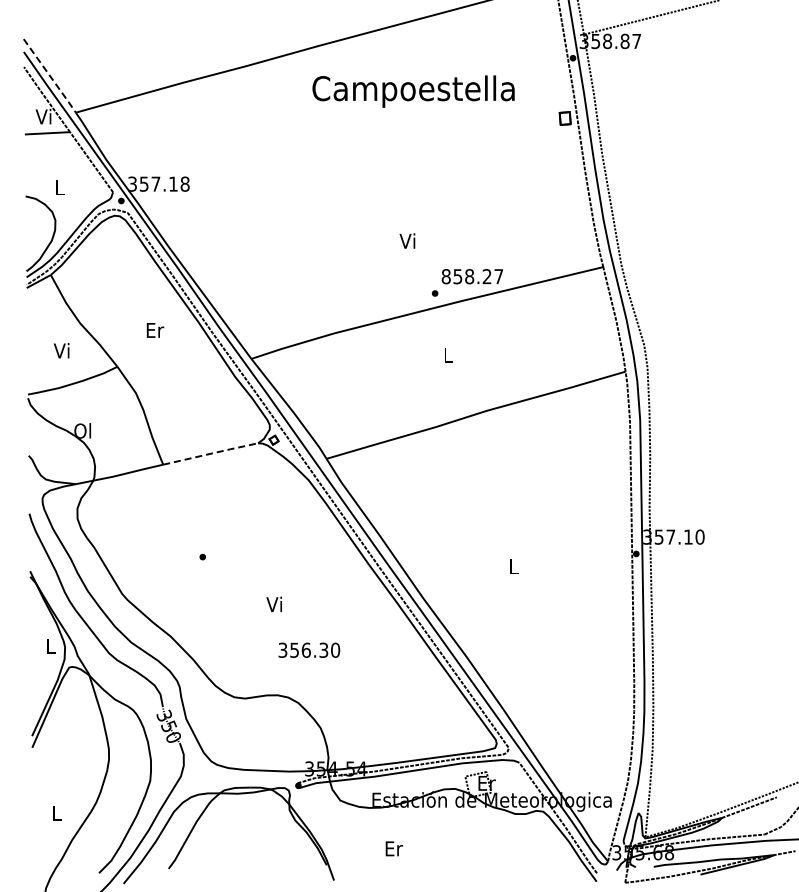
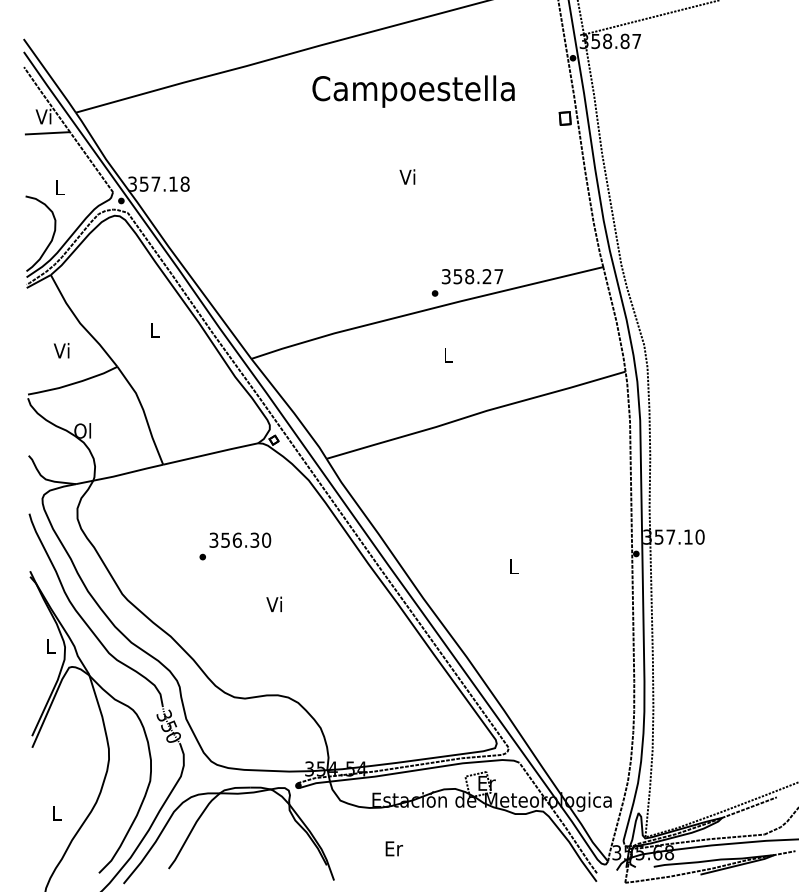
line at (50, 76): dashed -> solid
text at (407, 240) position: (407, 240) -> (407, 176)
text at (445, 276): 858.27 -> 358.27
text at (155, 330): Er -> L
line at (211, 453): dashed -> solid
text at (309, 649) position: (309, 649) -> (240, 539)
